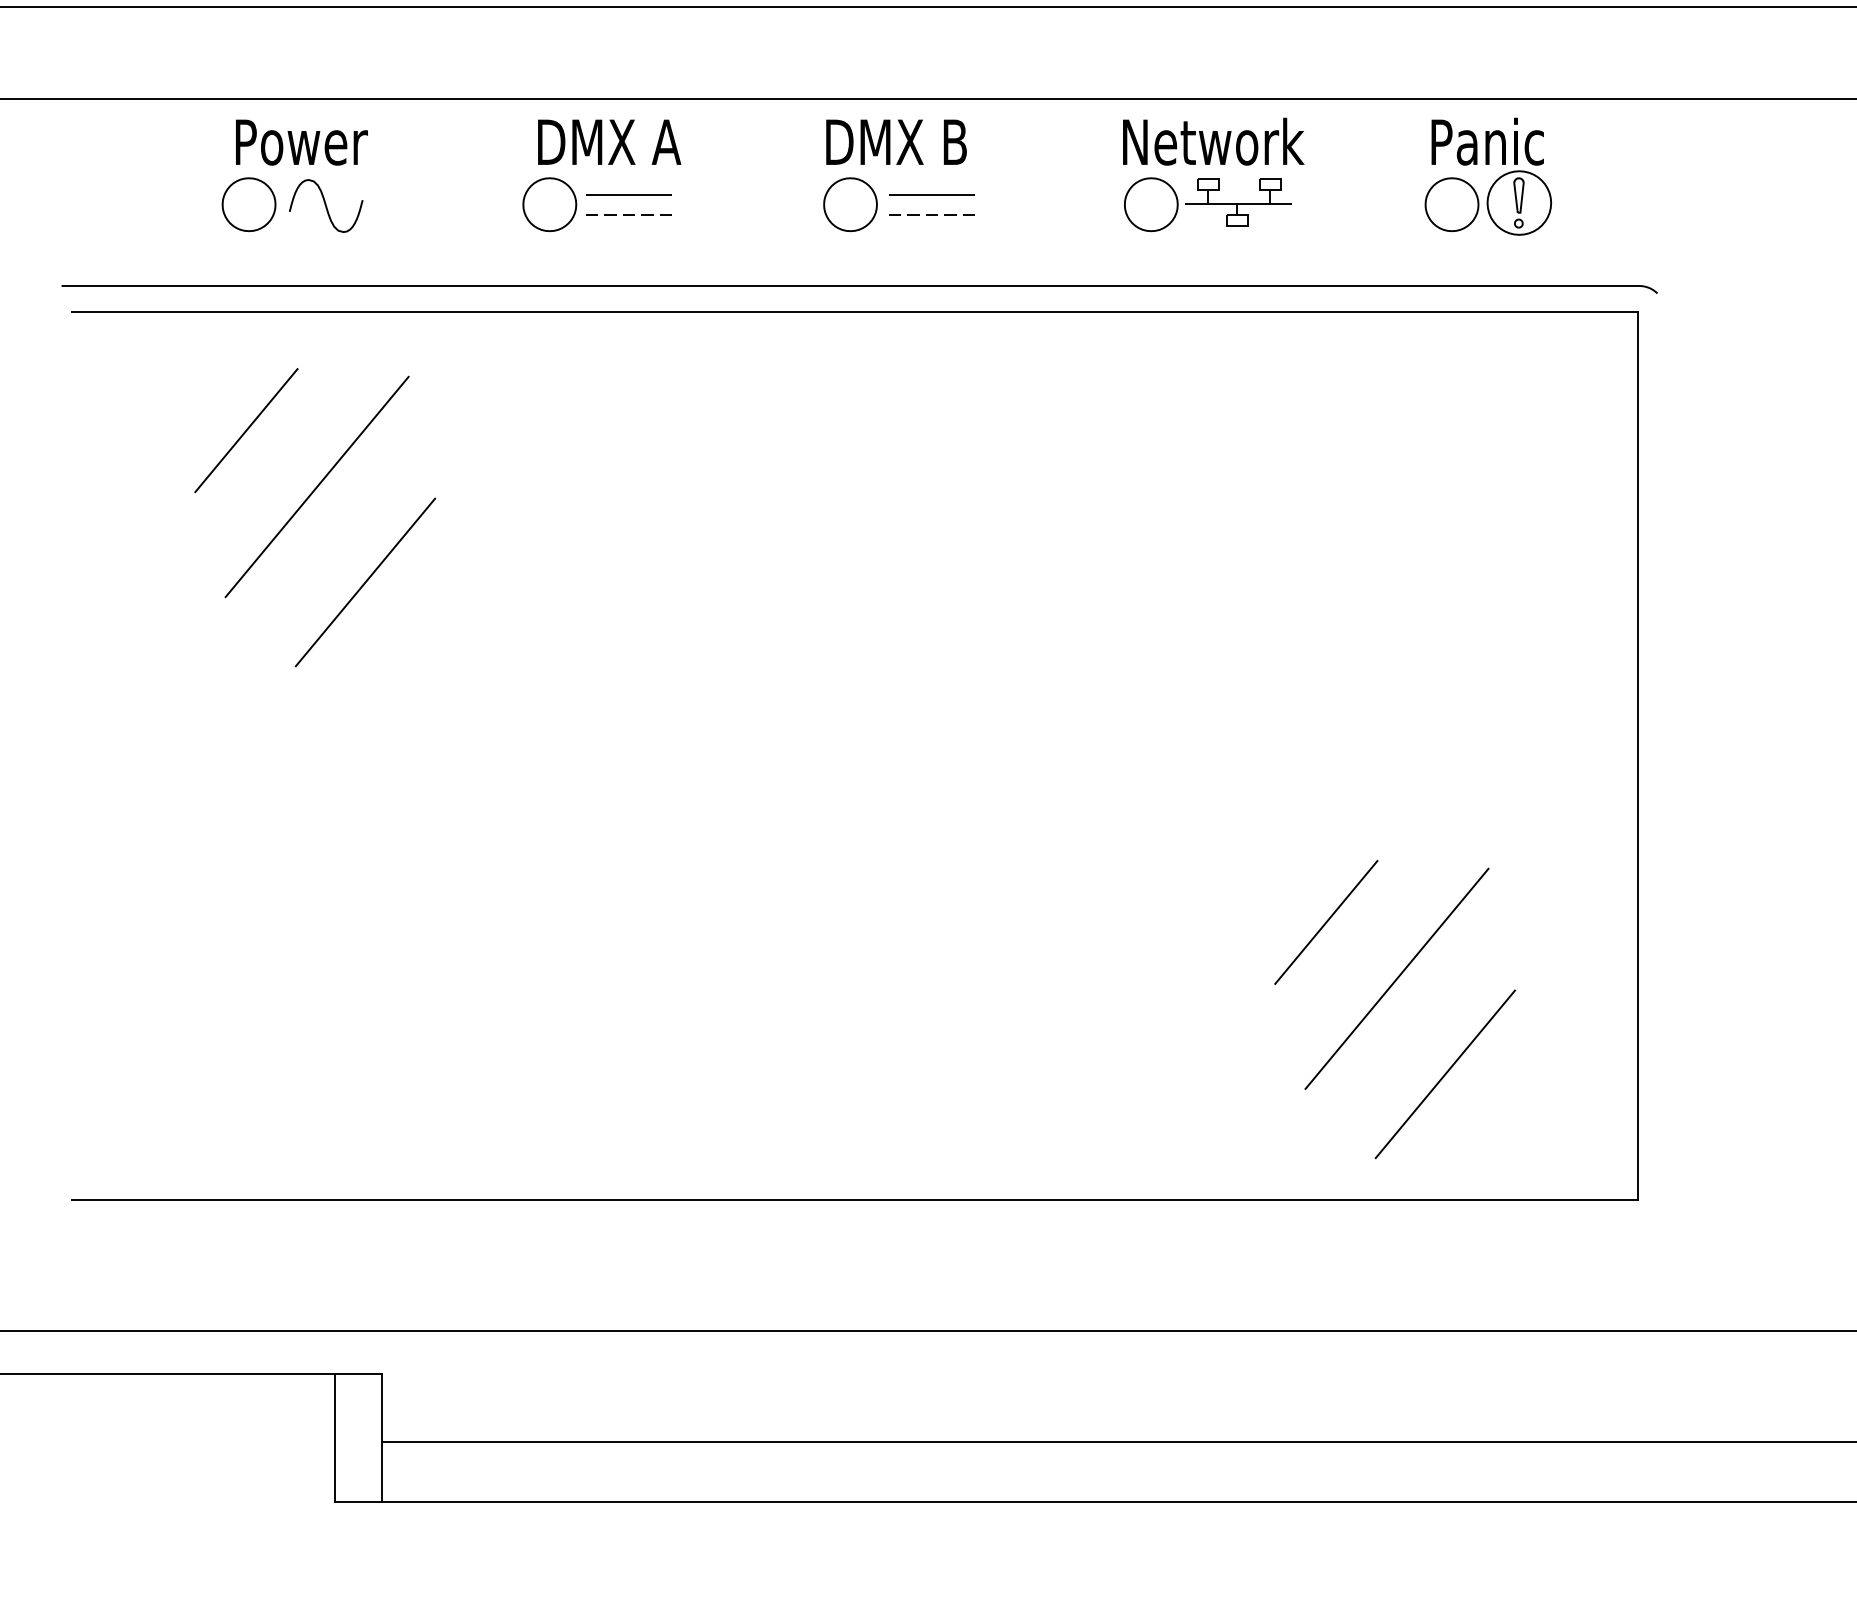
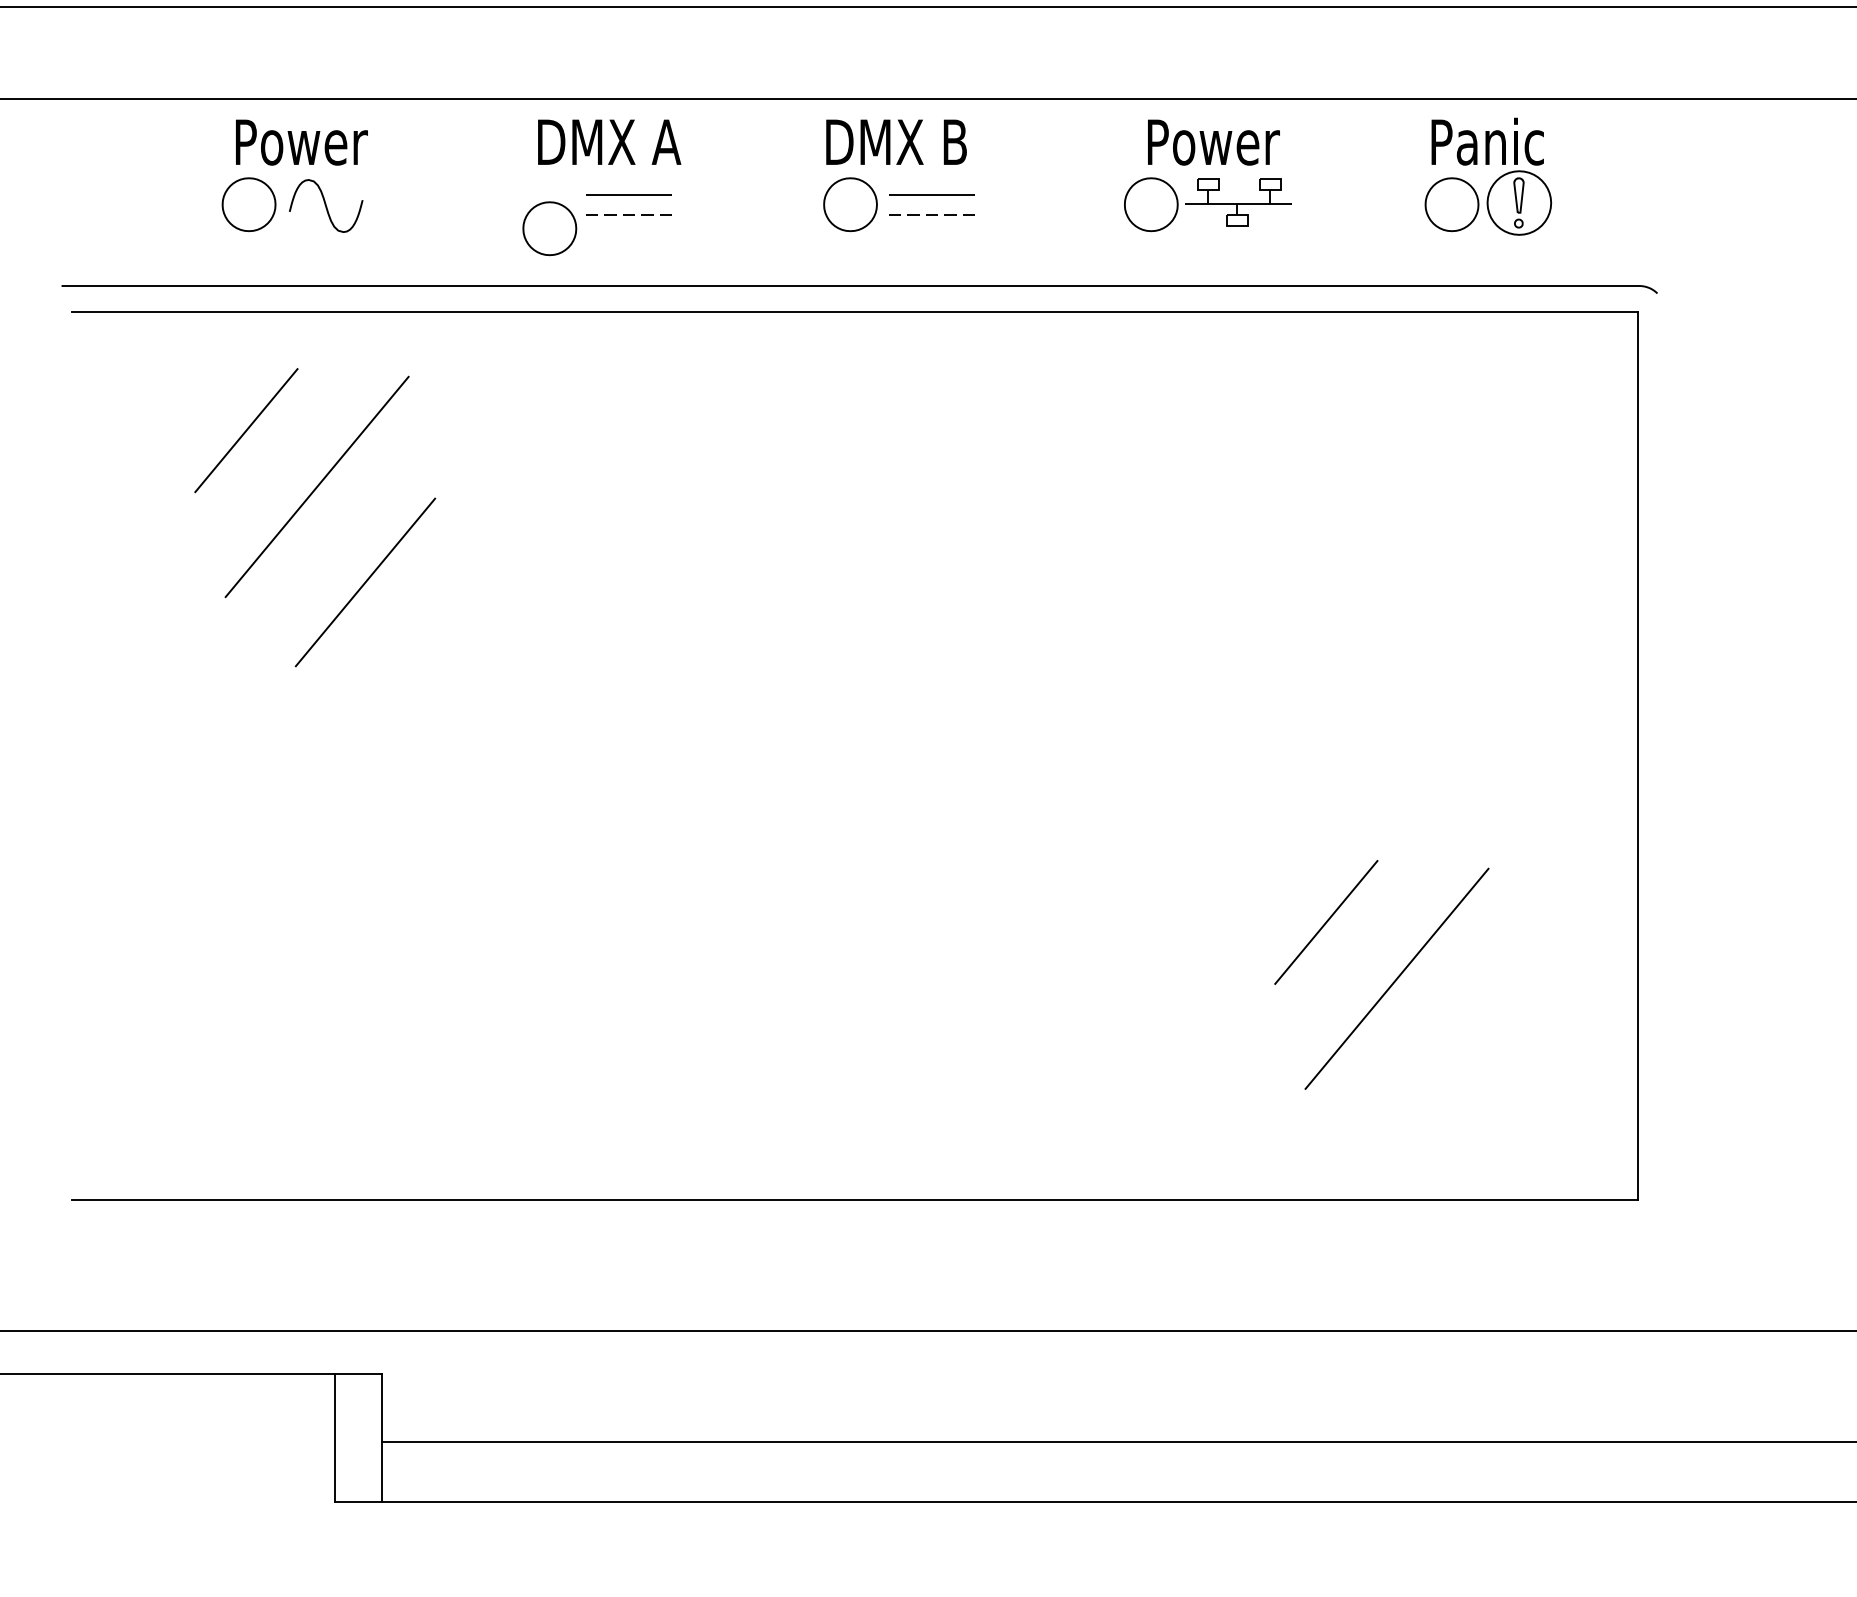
text at (1213, 141): Network -> Power
part at (549, 204) position: (549, 204) -> (549, 228)
line at (1444, 1074): present -> none
